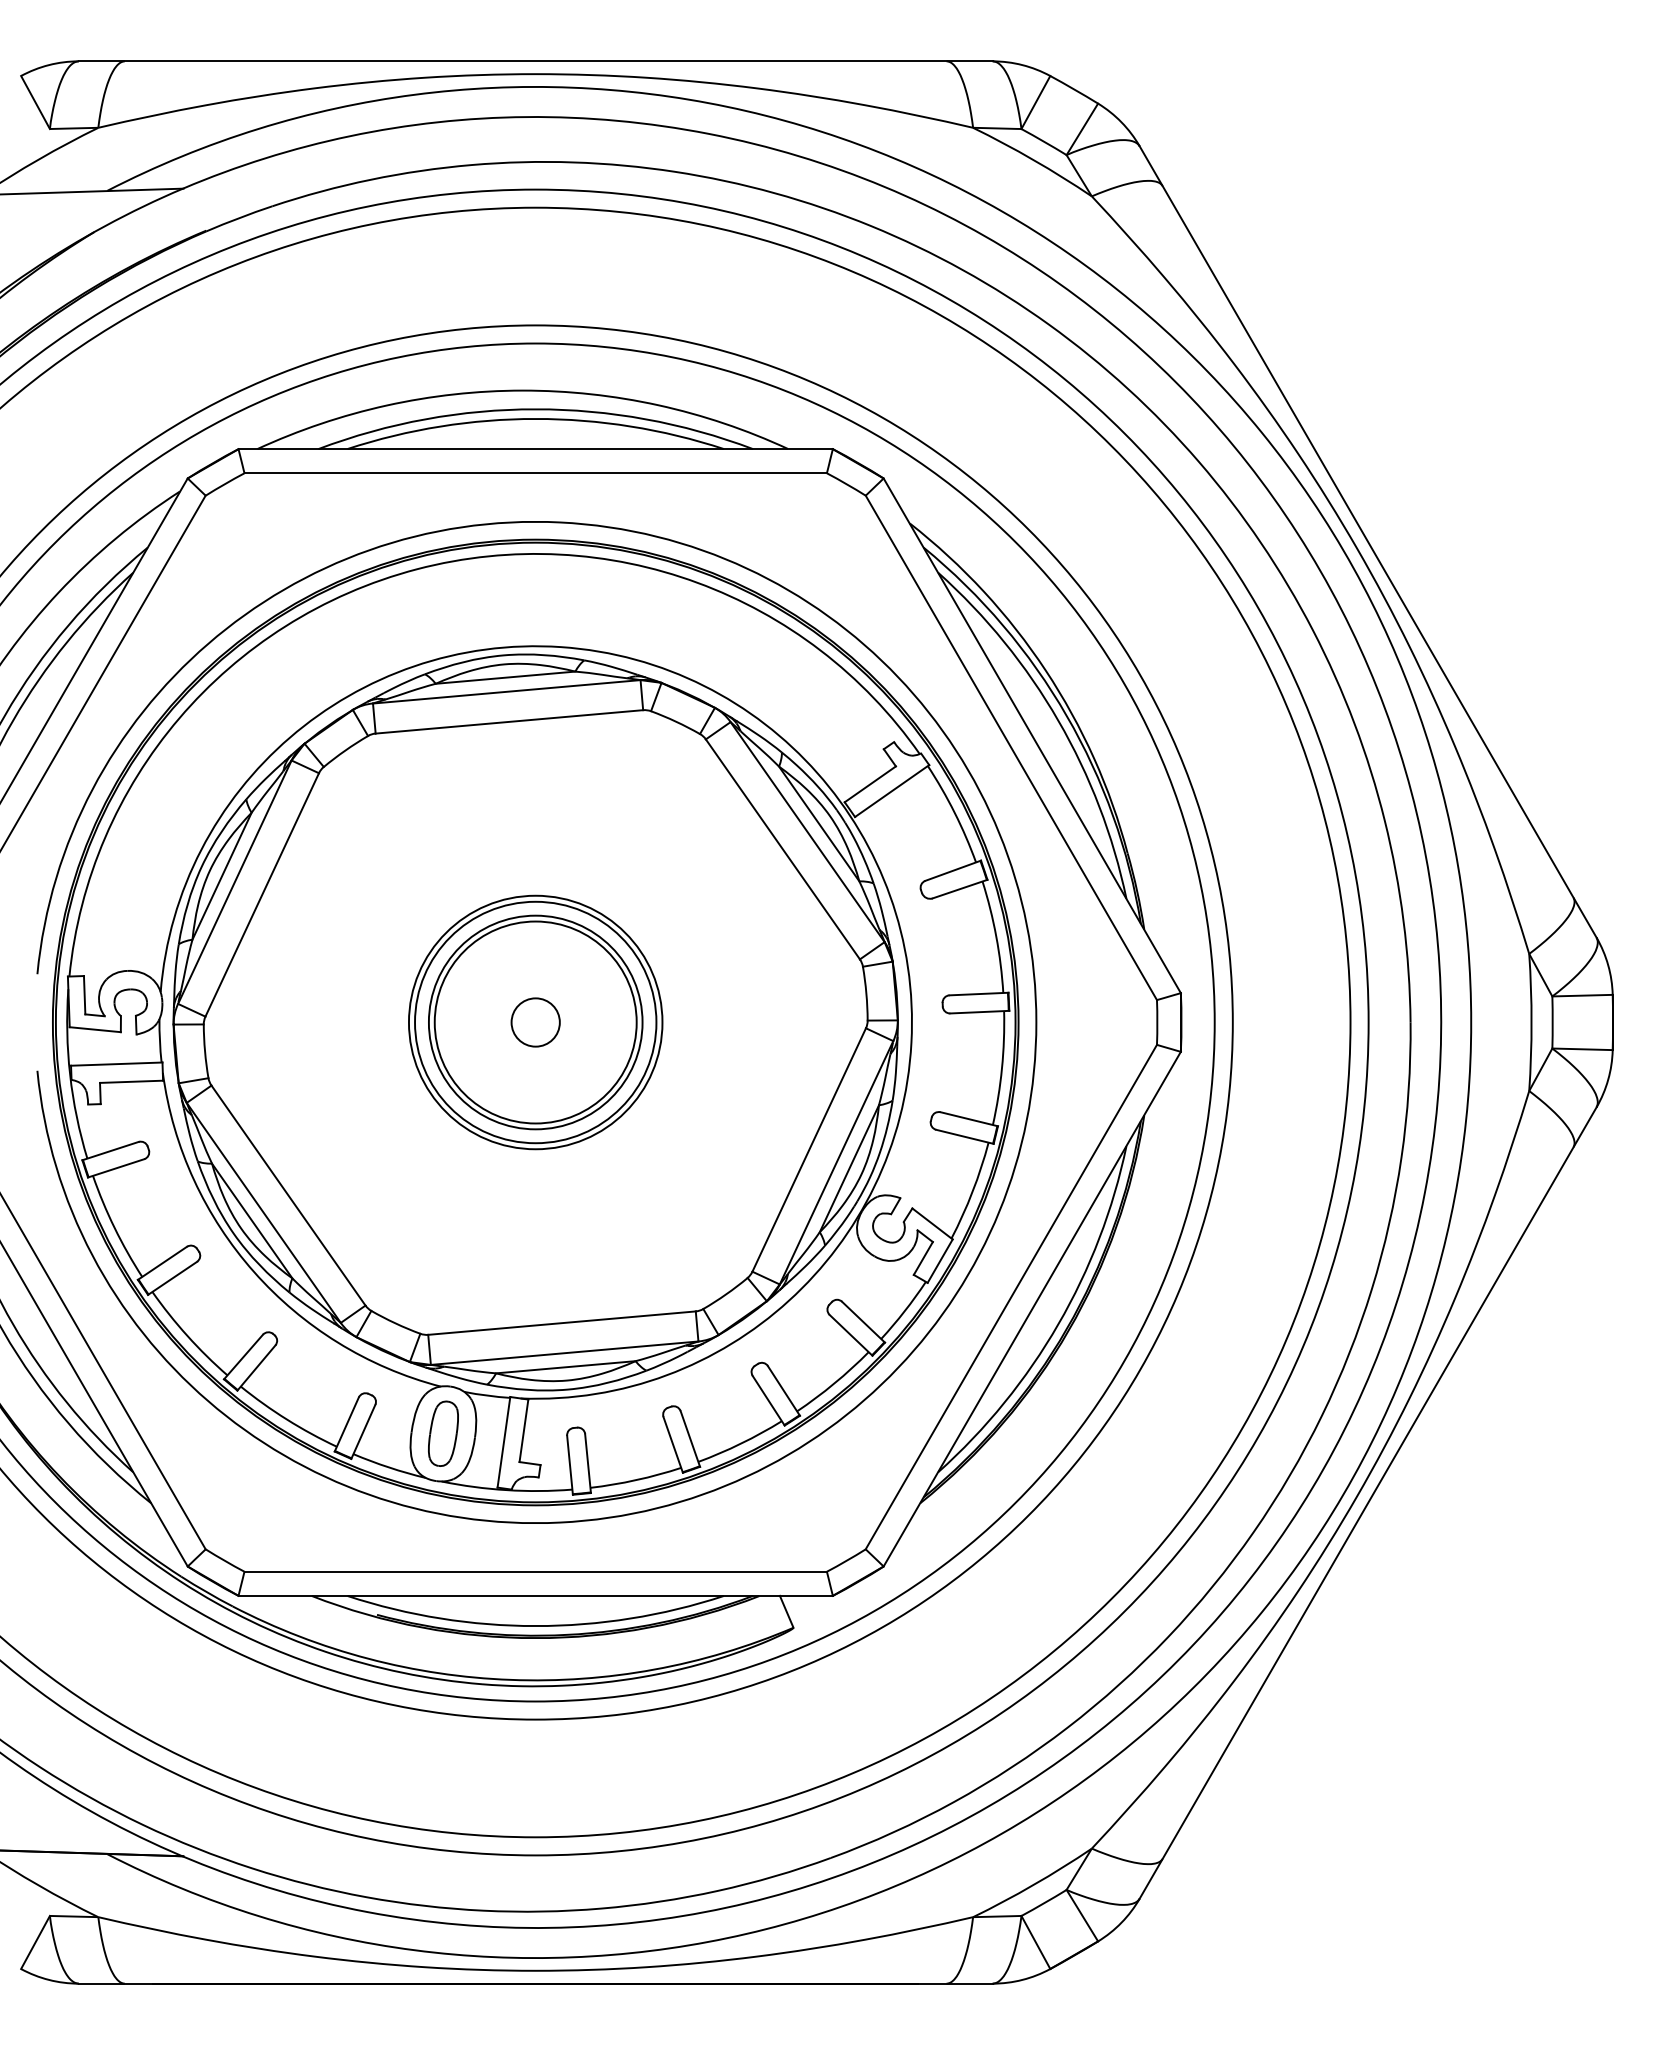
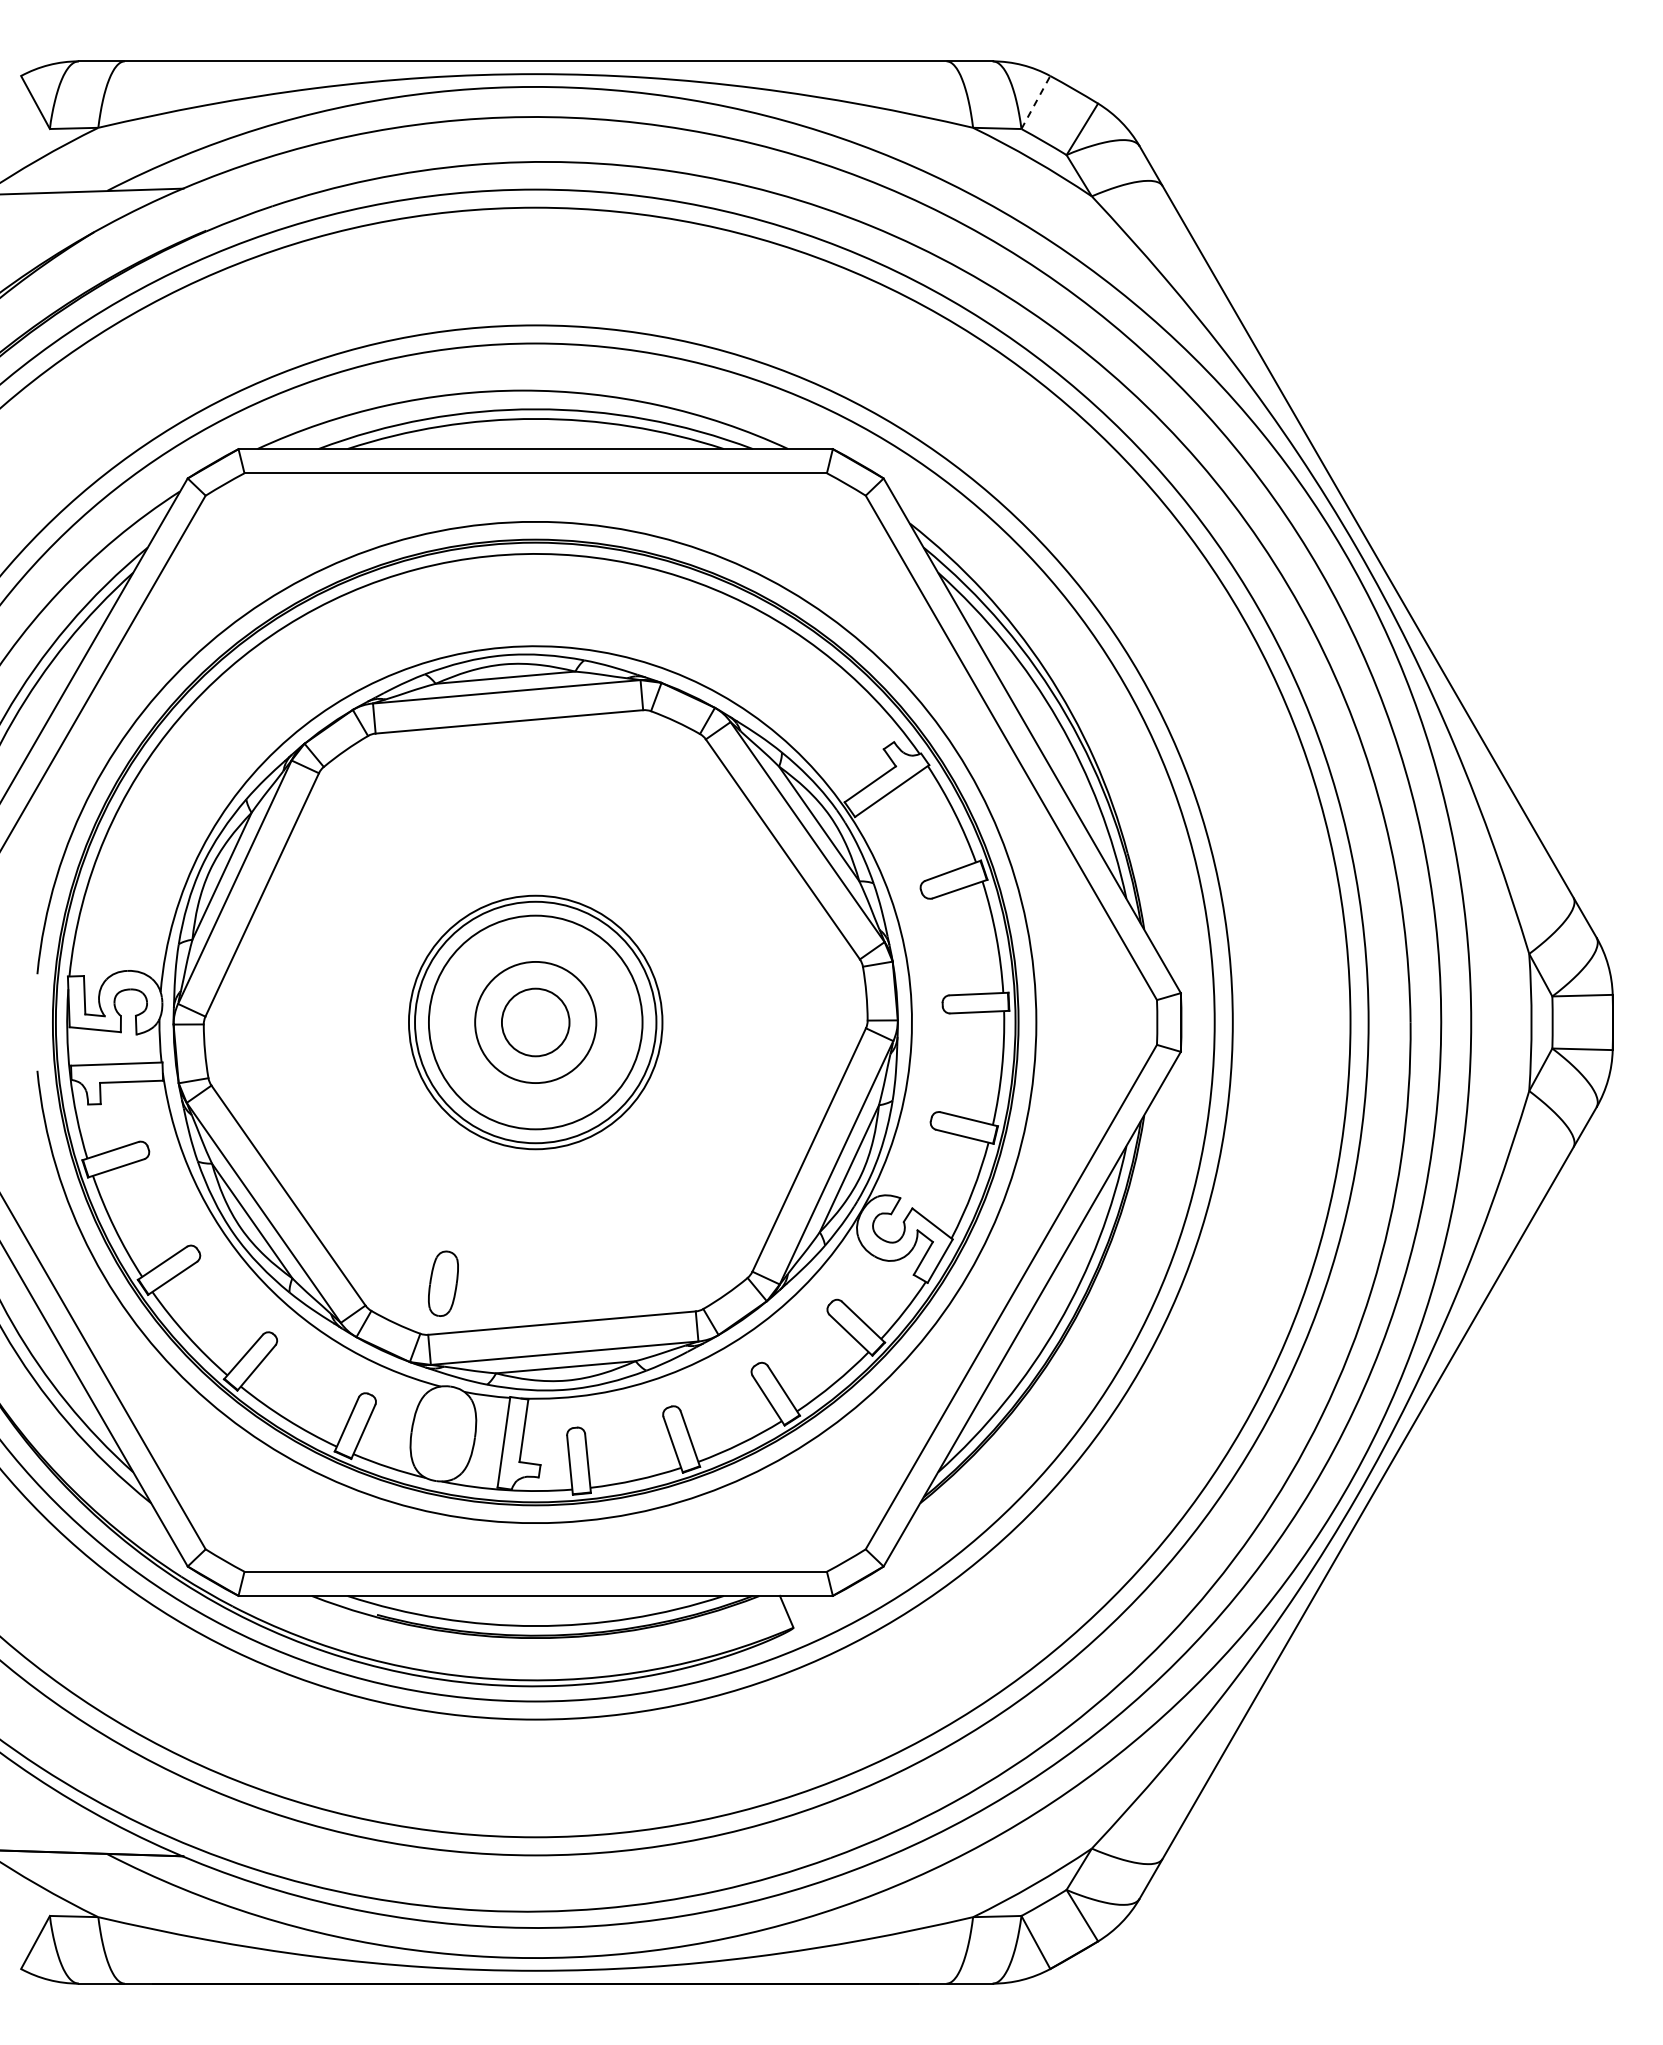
line at (1036, 102): solid -> dashed
circle at (535, 1022) diameter: 202 px -> 121 px
circle at (535, 1022) diameter: 48 px -> 68 px
part at (443, 1433) position: (443, 1433) -> (443, 1283)
